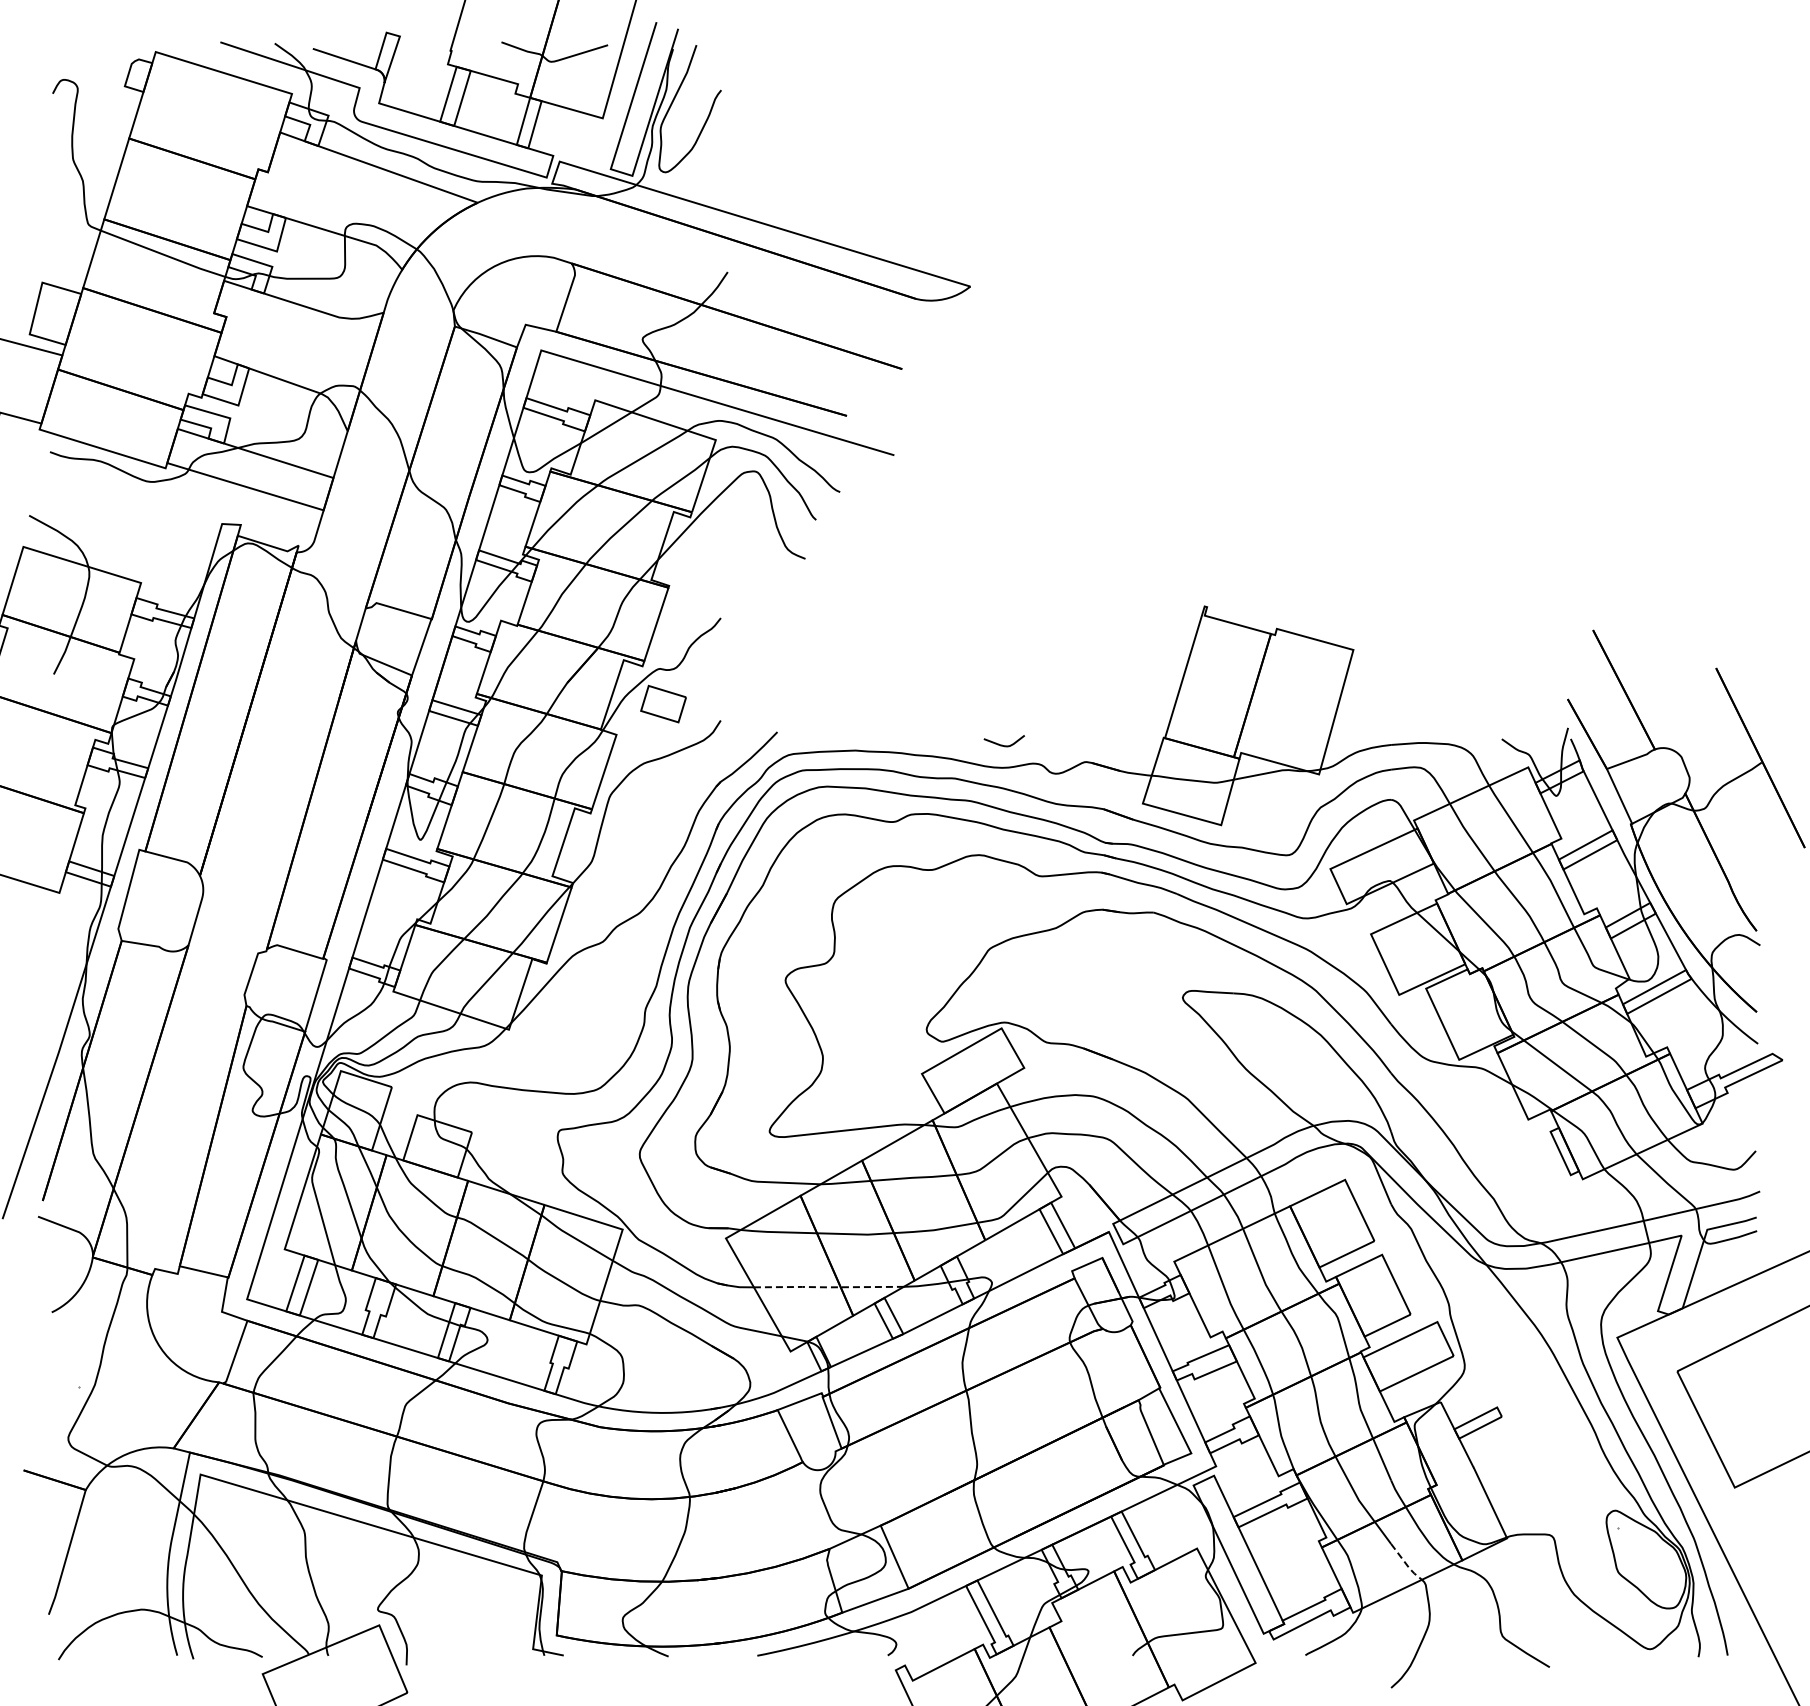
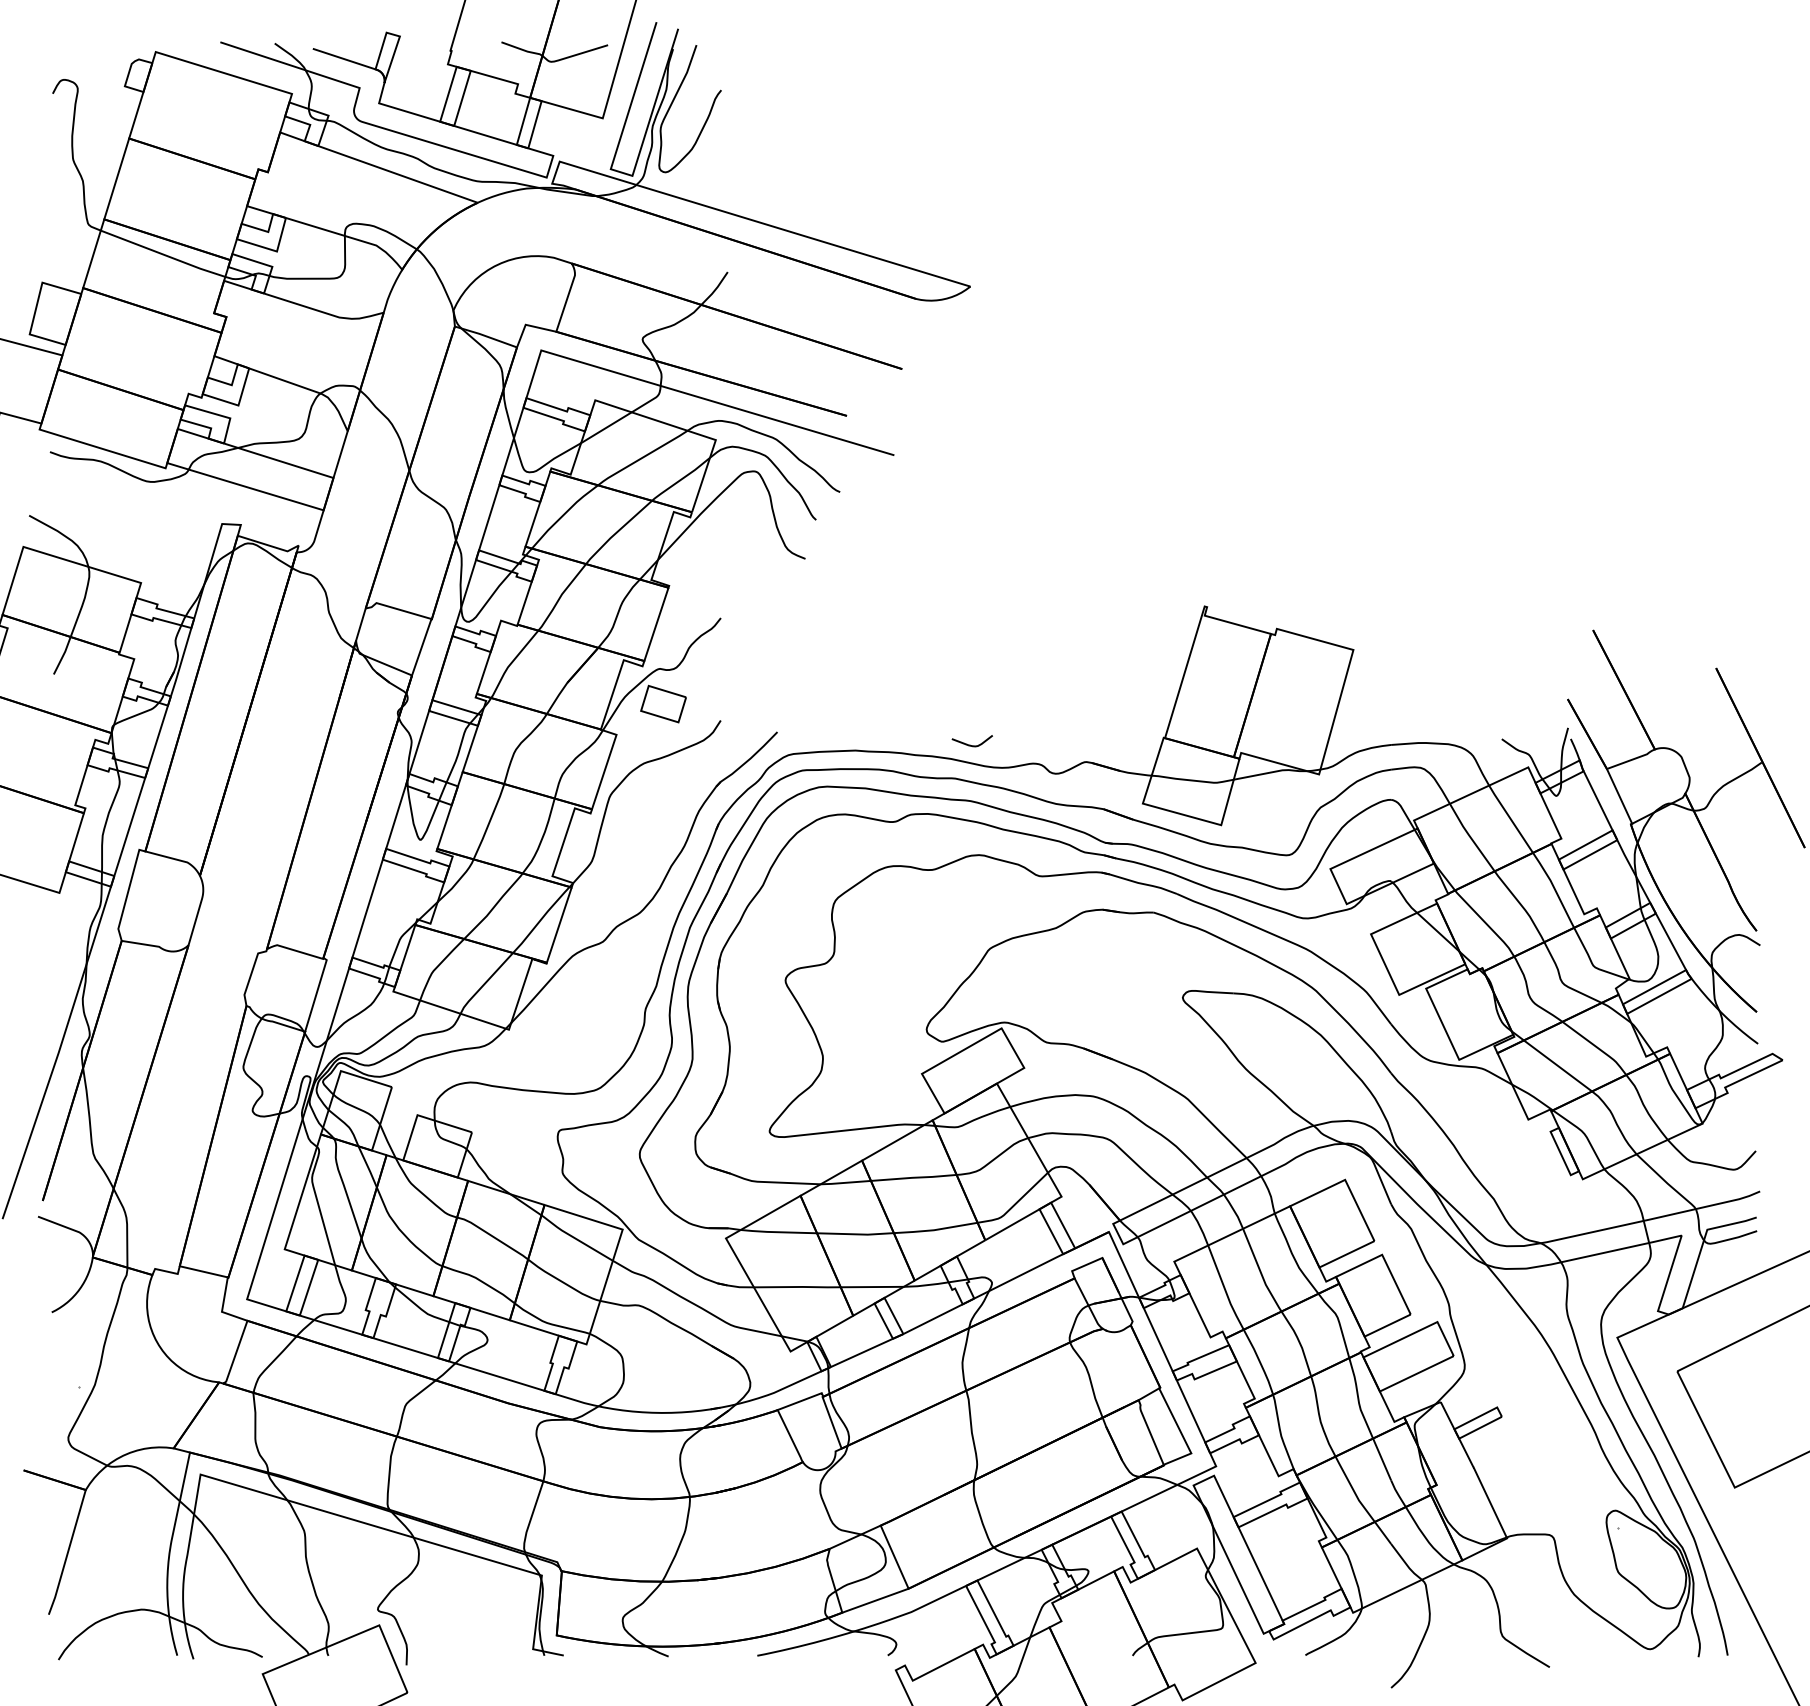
curve at (1002, 744) position: (1002, 744) -> (970, 744)
line at (827, 1287): dashed -> solid
line at (1405, 1563): dashed -> solid
